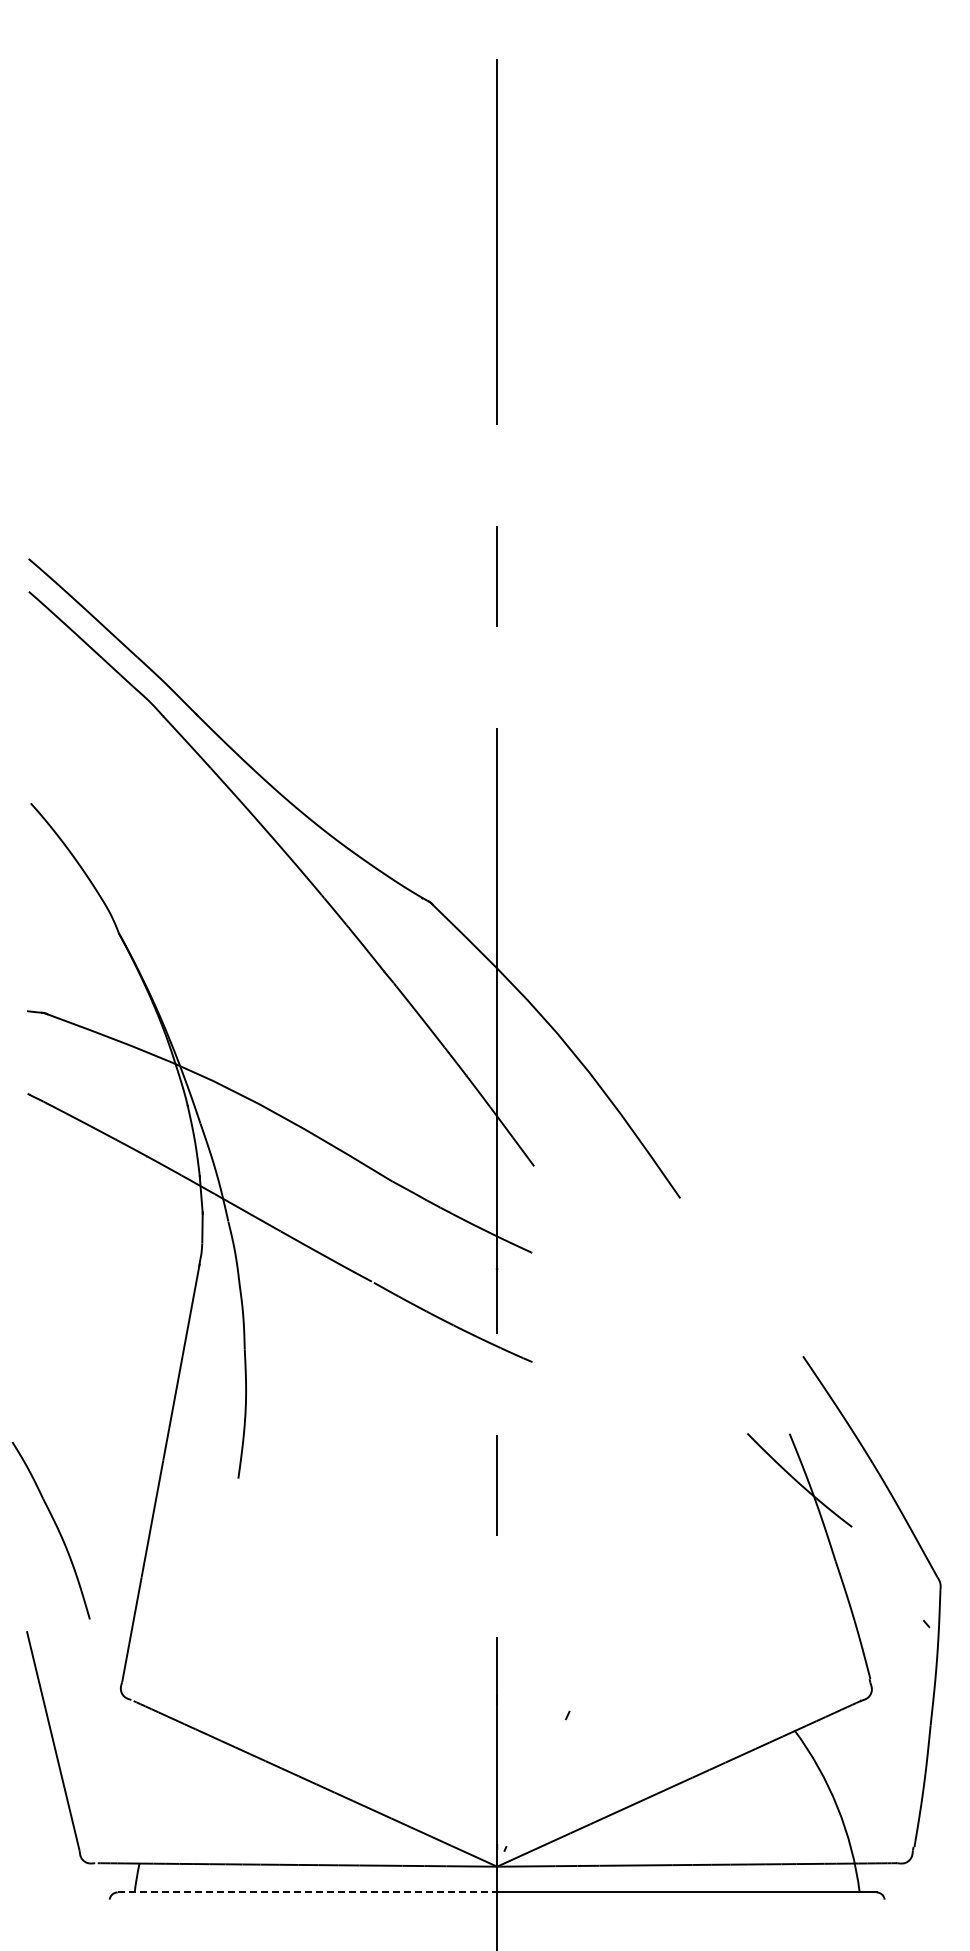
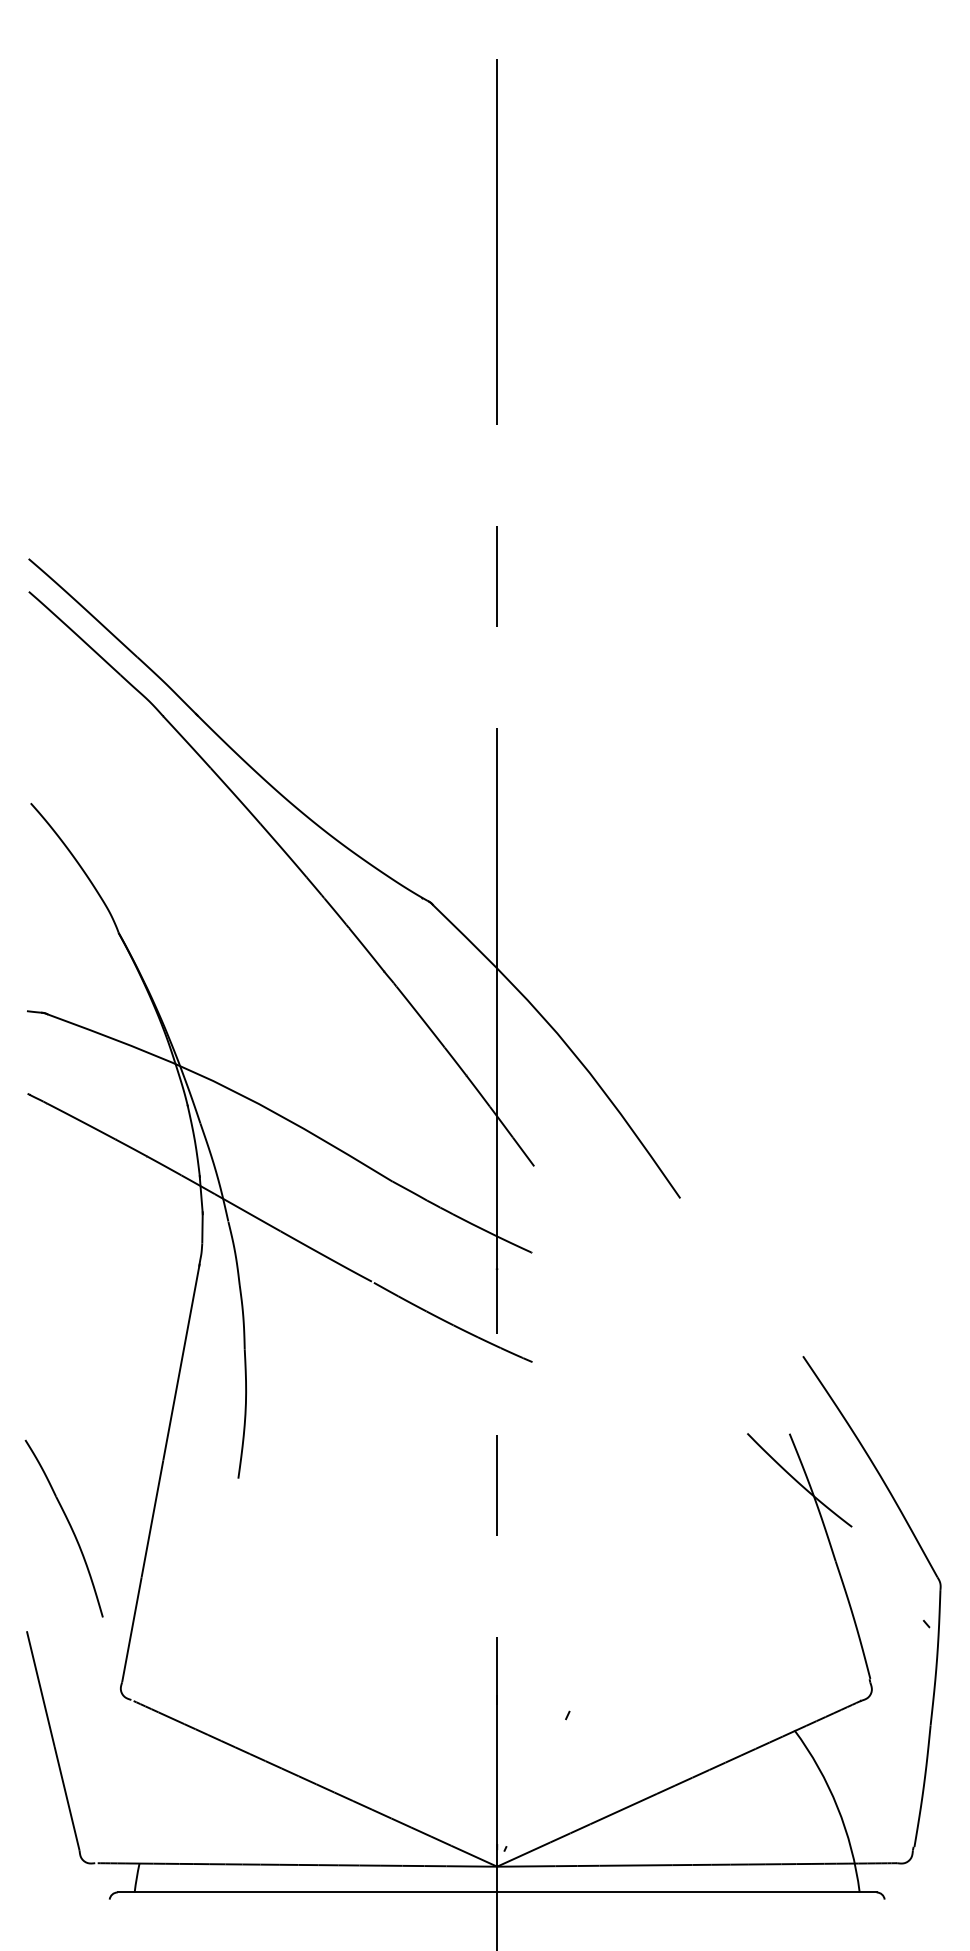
part at (56, 1528) position: (56, 1528) -> (69, 1526)
line at (307, 1892): dashed -> solid
